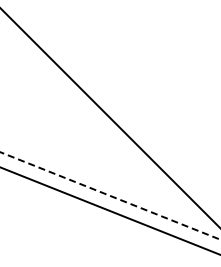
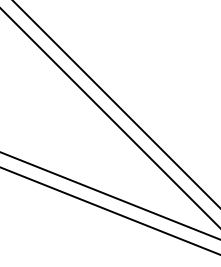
line at (115, 103): none -> present
line at (110, 195): dashed -> solid
